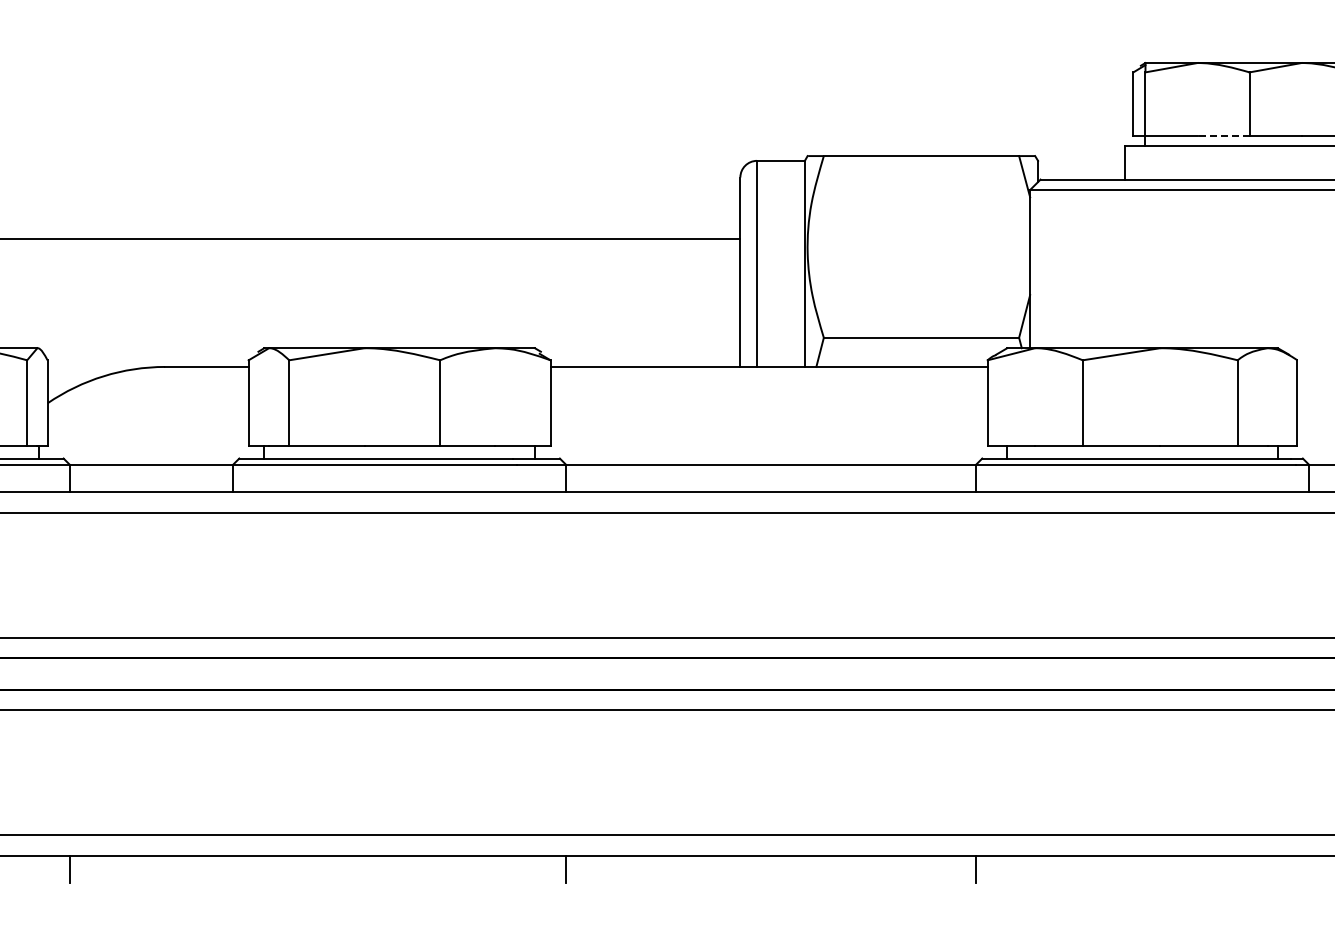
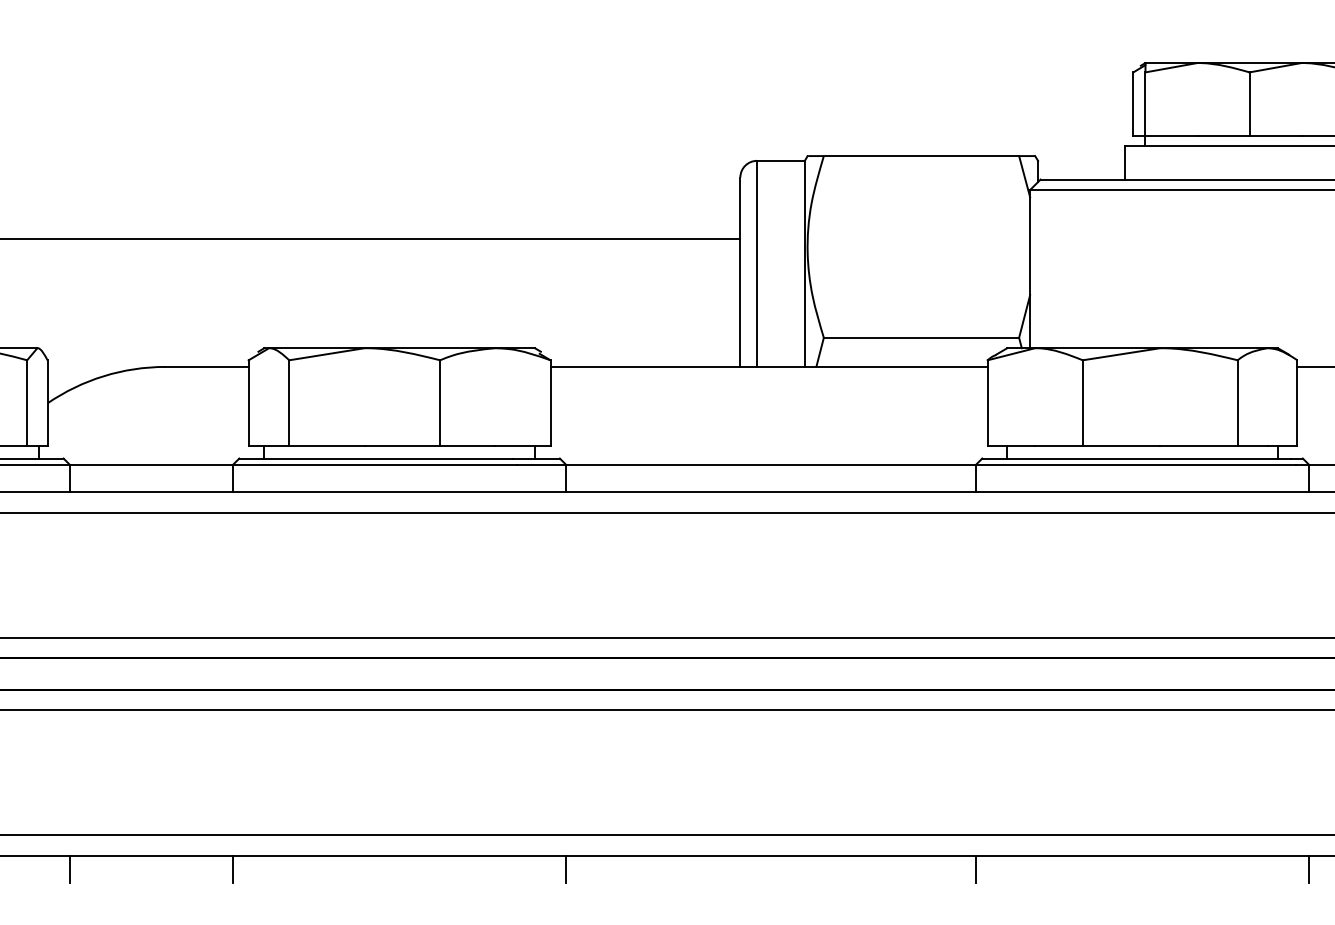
line at (1223, 135): dashed -> solid
line at (1314, 366): none -> present
line at (233, 869): none -> present
line at (1309, 869): none -> present
